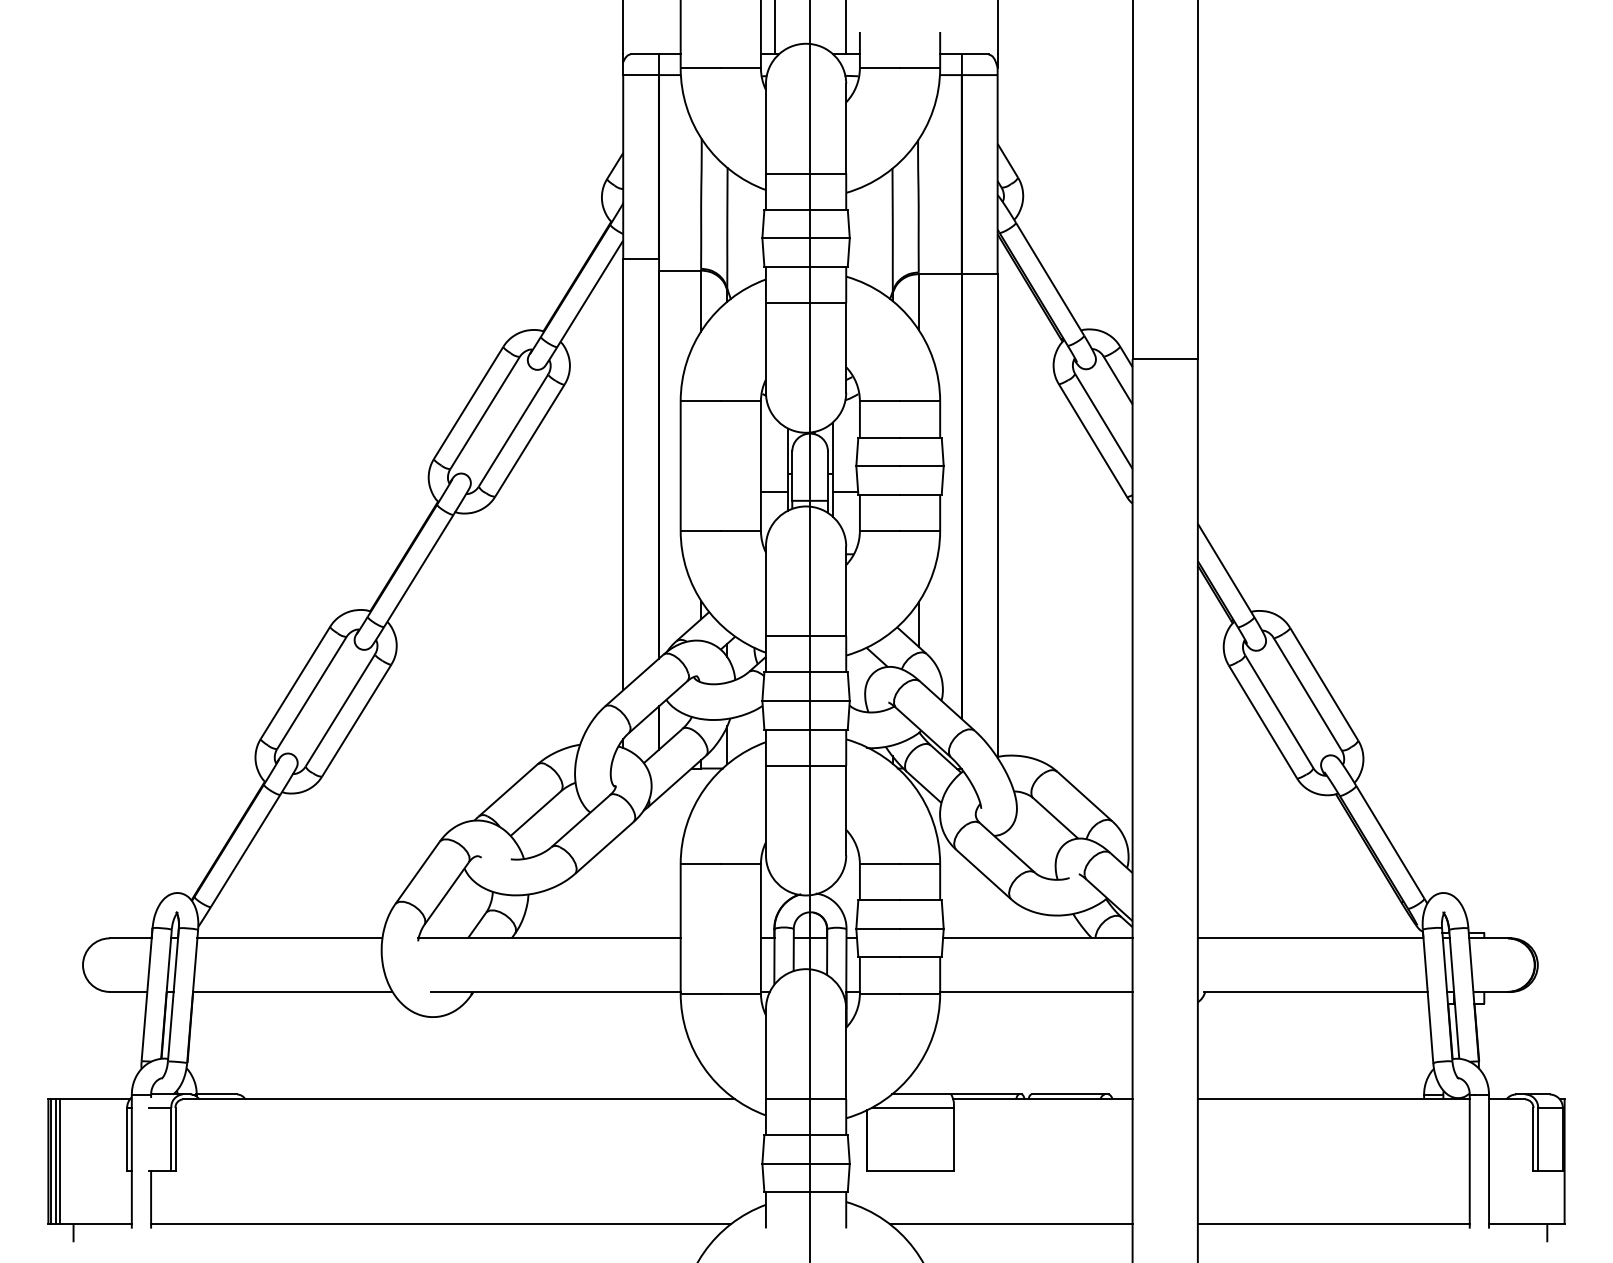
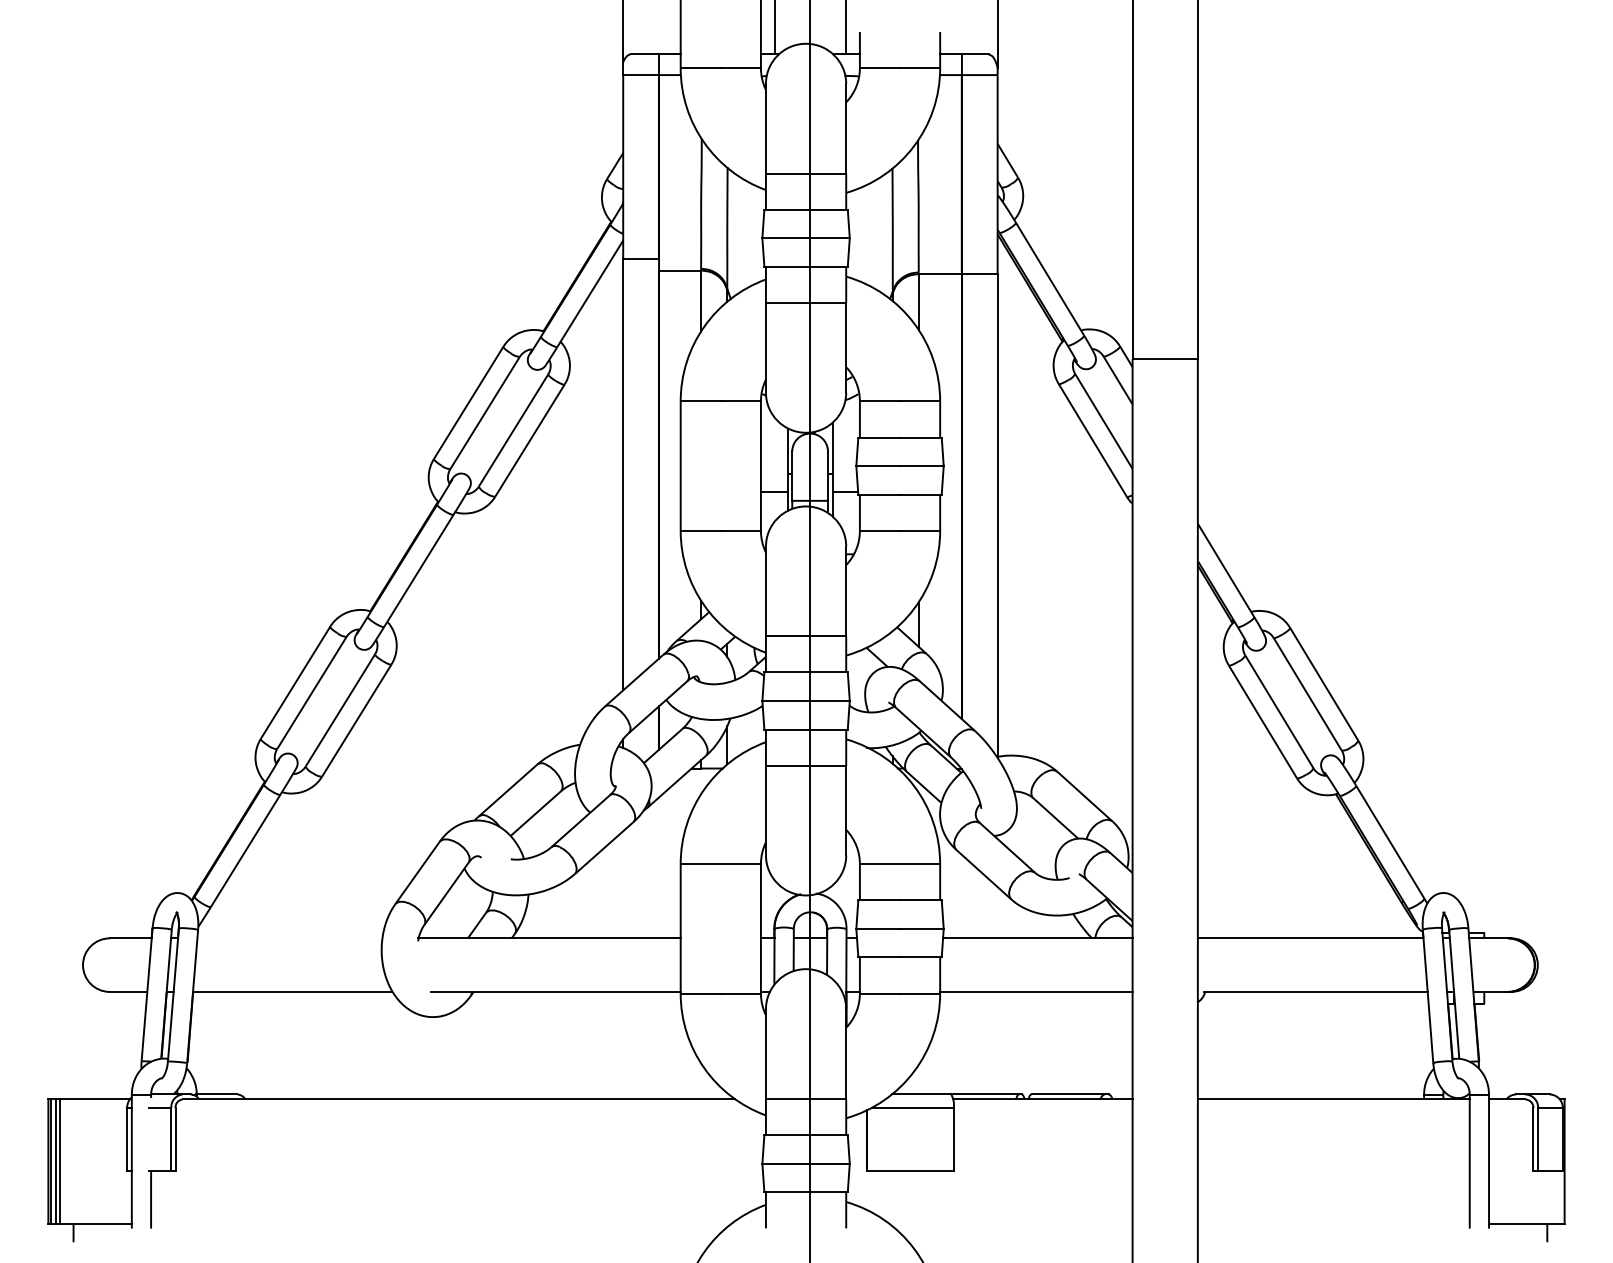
line at (289, 938): present -> none
line at (440, 1224): present -> none
line at (1011, 1224): present -> none
line at (1333, 1224): present -> none
